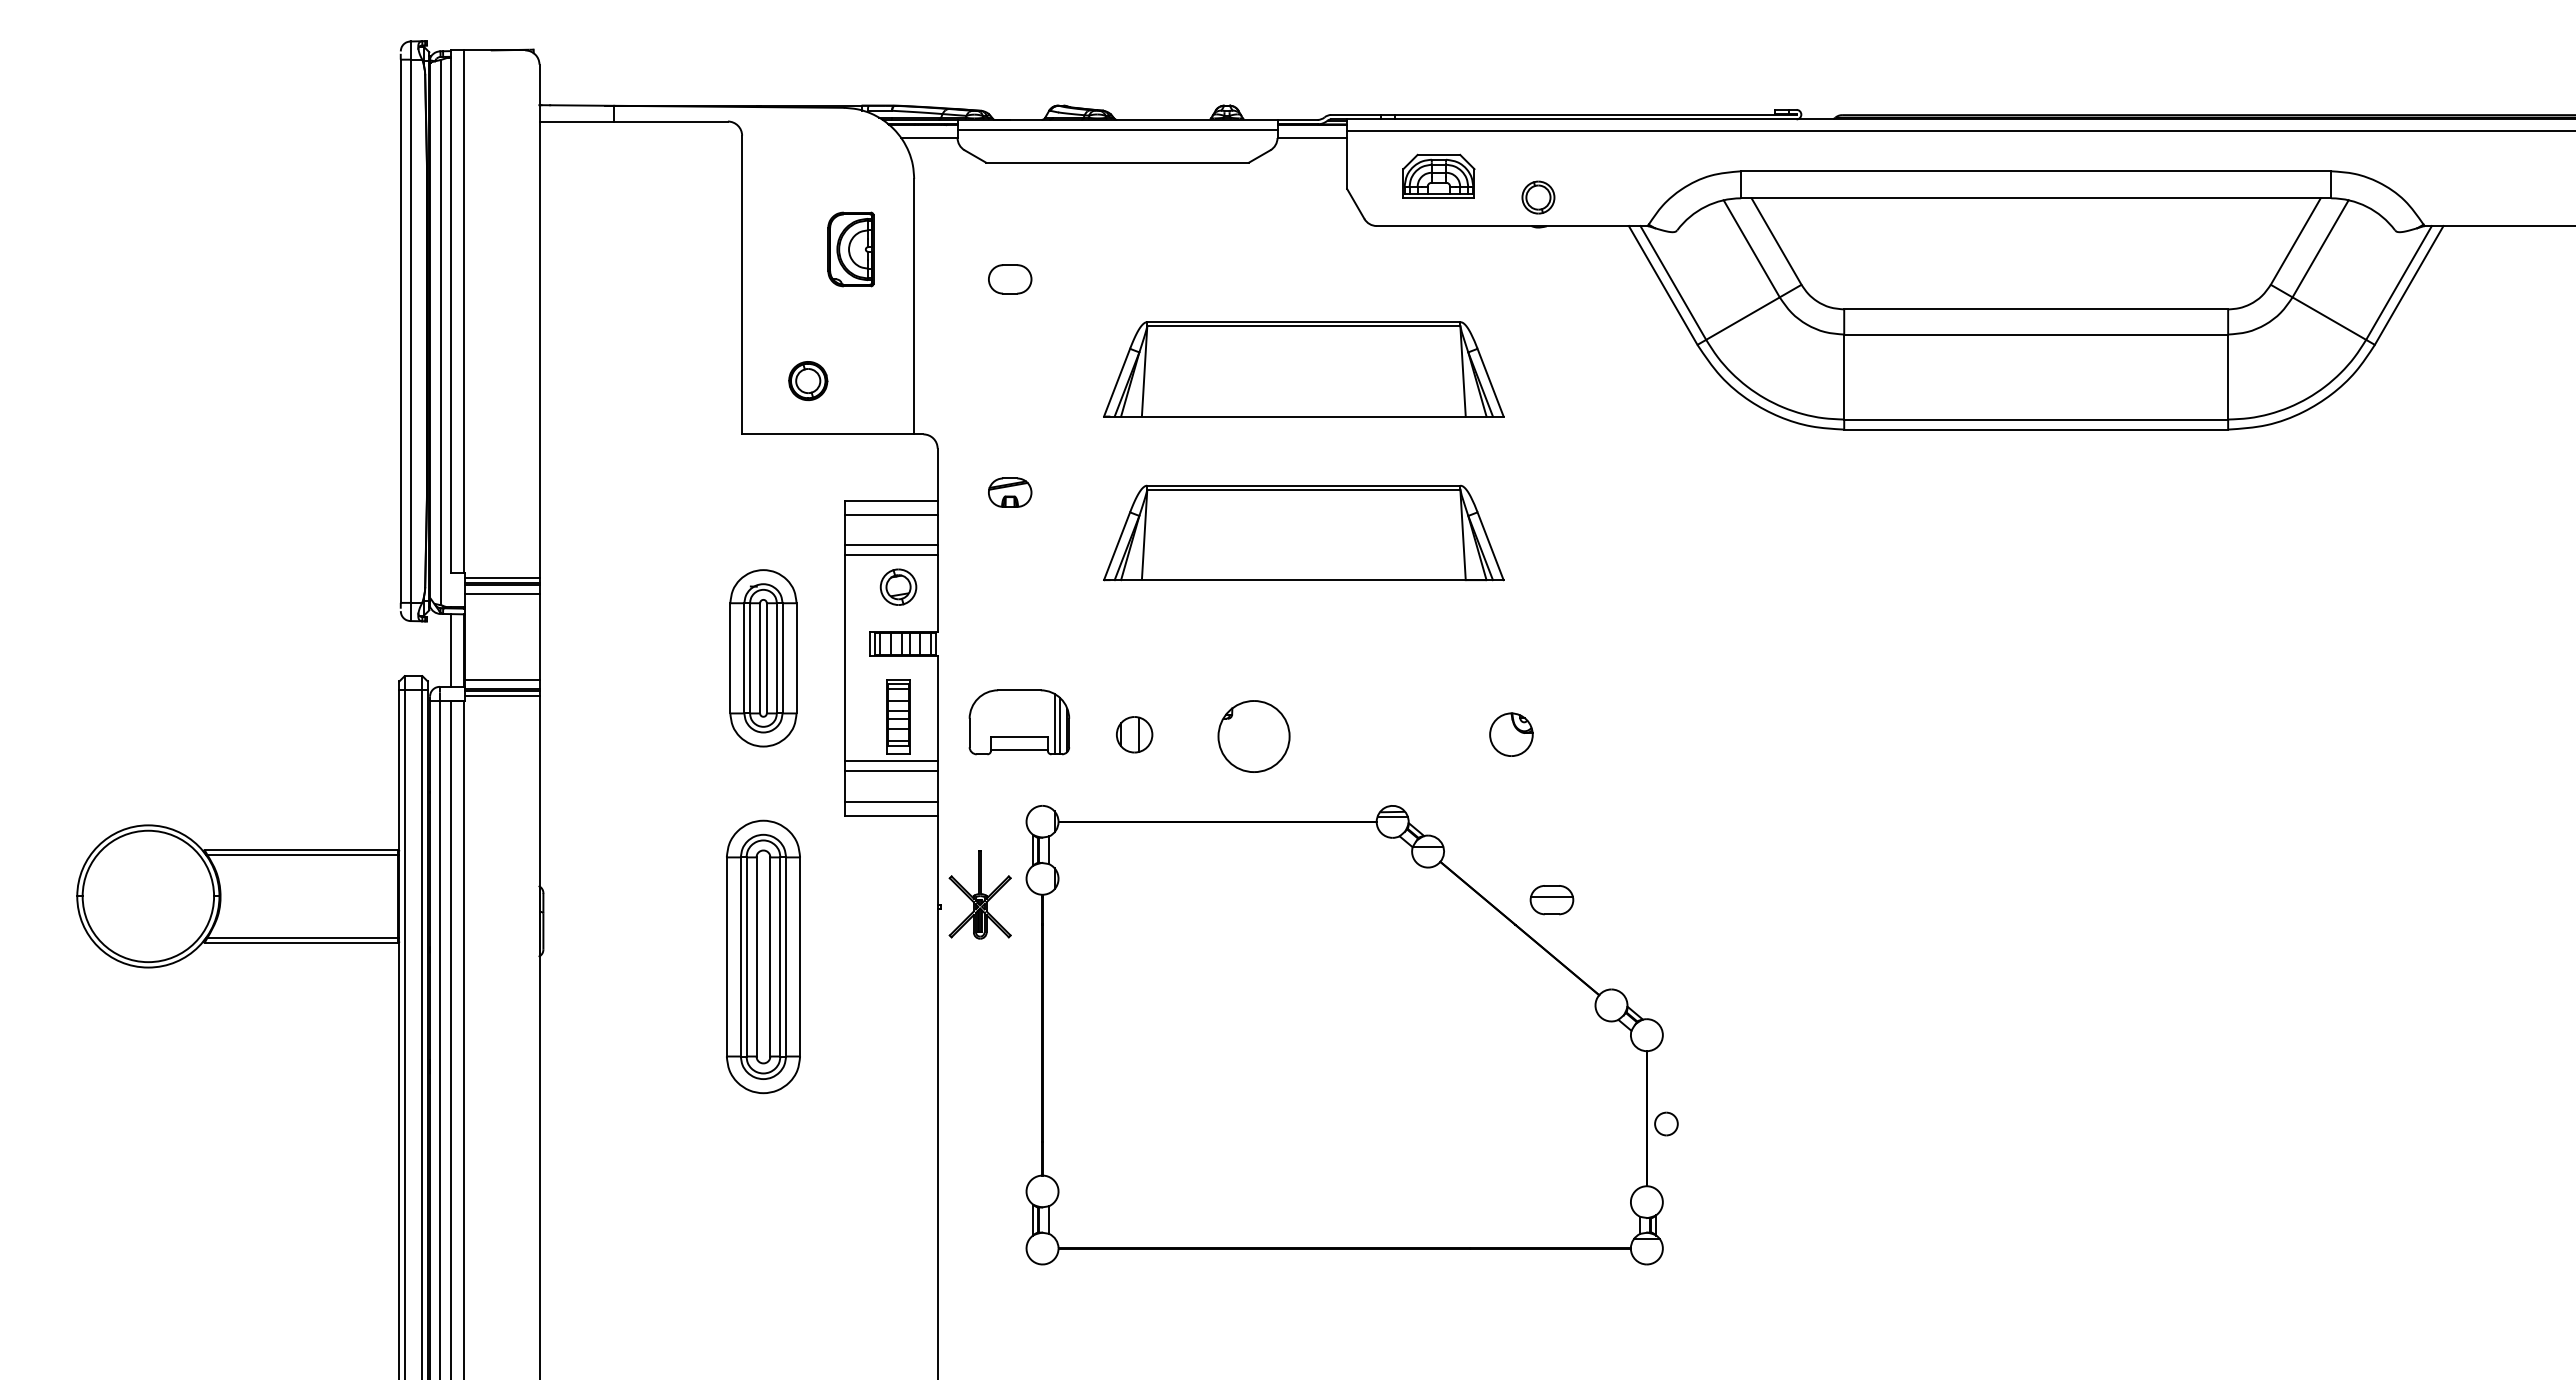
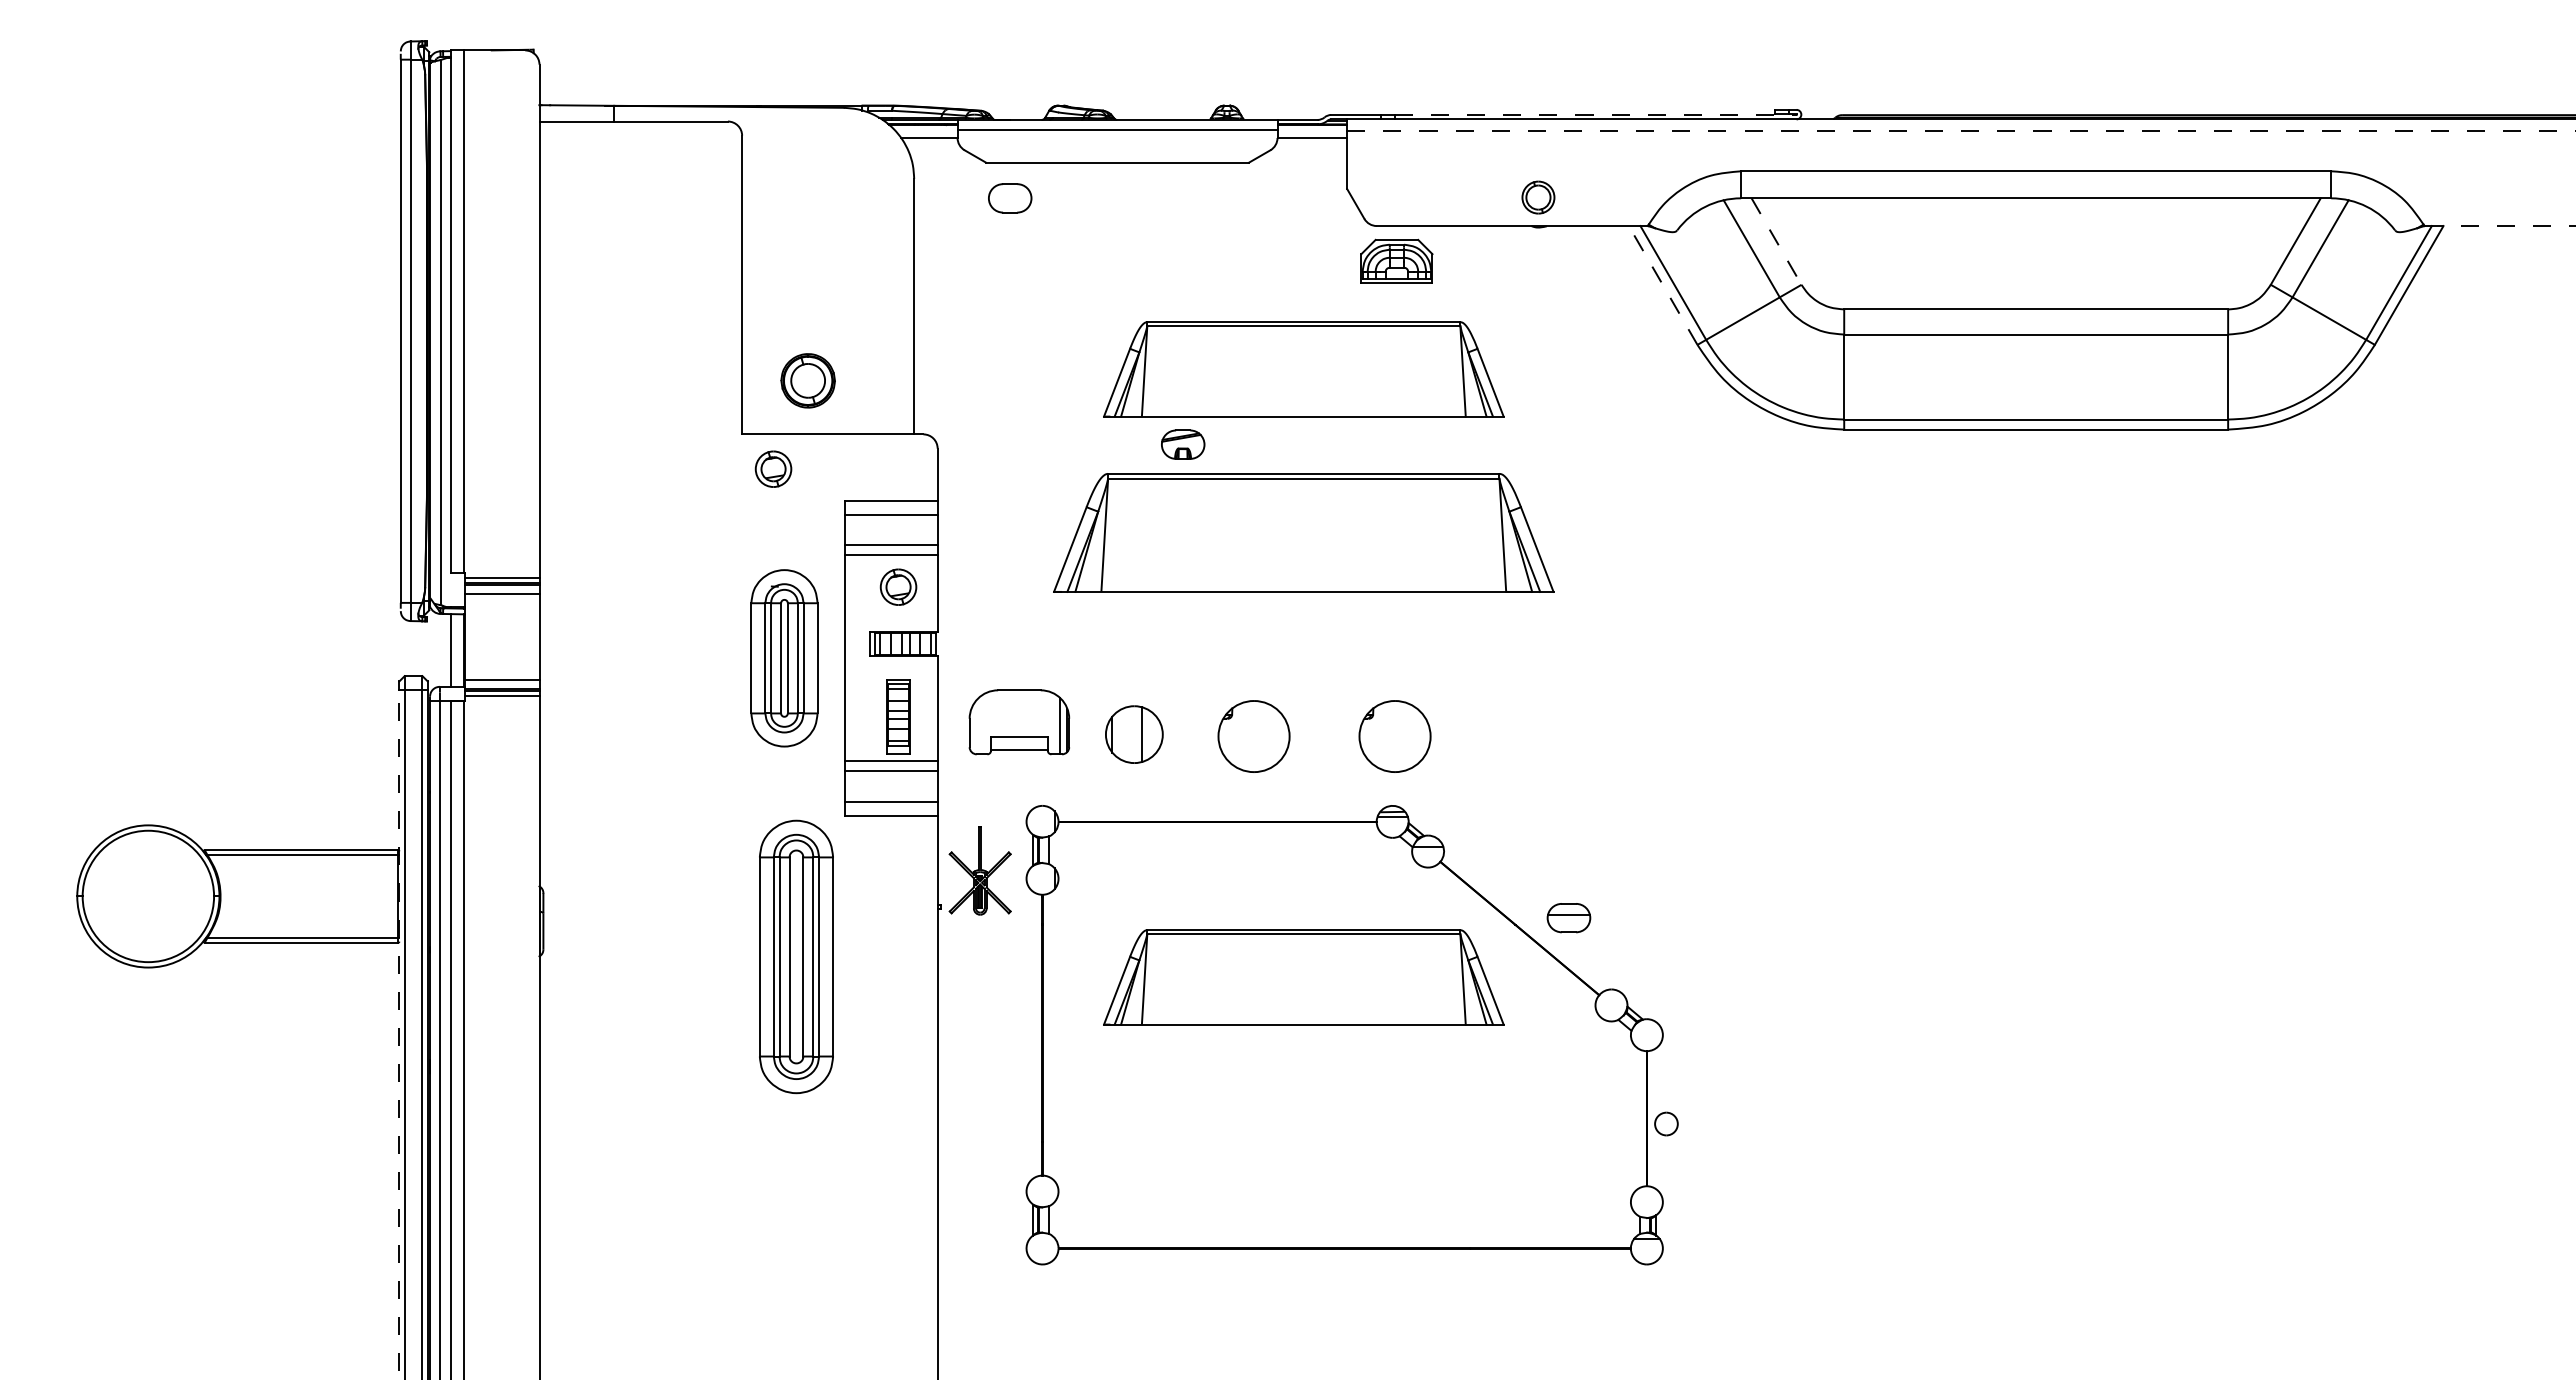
line at (1595, 114): solid -> dashed
line at (1962, 130): solid -> dashed
part at (1438, 175) position: (1438, 175) -> (1396, 260)
line at (2500, 226): solid -> dashed
line at (1776, 241): solid -> dashed
part at (850, 249): present -> none
part at (1010, 279) position: (1010, 279) -> (1010, 198)
line at (1663, 285): solid -> dashed
part at (808, 381) size: 41x41 px -> 56x56 px
part at (773, 468): none -> present
part at (1010, 492) position: (1010, 492) -> (1183, 444)
part at (1303, 532) size: 402x98 px -> 502x120 px
part at (763, 658) position: (763, 658) -> (784, 658)
line at (1054, 723): present -> none
part at (1134, 734) size: 38x38 px -> 59x59 px
part at (1511, 734): present -> none
part at (1394, 736): none -> present
part at (979, 894) position: (979, 894) -> (979, 870)
part at (1551, 900) position: (1551, 900) -> (1568, 918)
part at (763, 956) position: (763, 956) -> (796, 956)
part at (1303, 977): none -> present
line at (399, 1034): solid -> dashed
